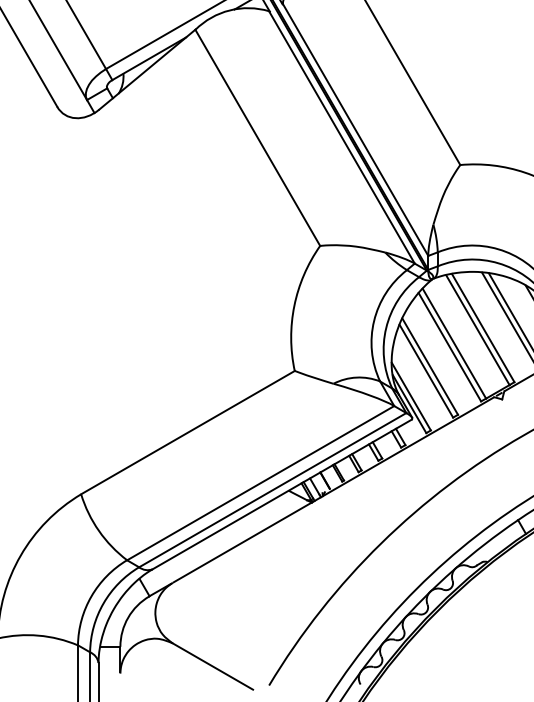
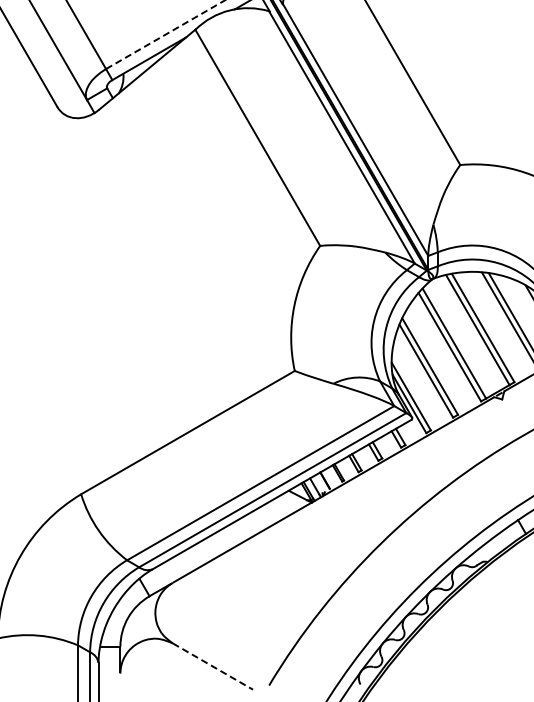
line at (165, 34): solid -> dashed
line at (213, 666): solid -> dashed
